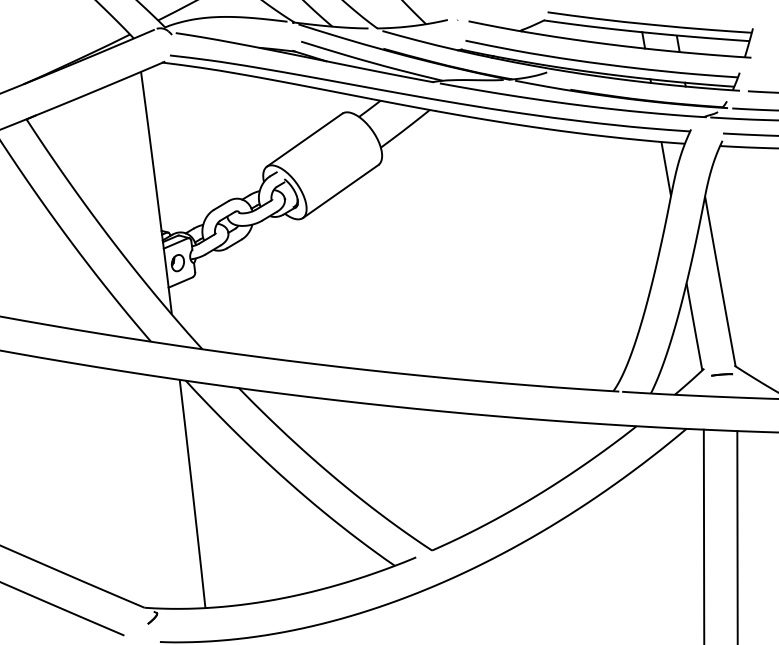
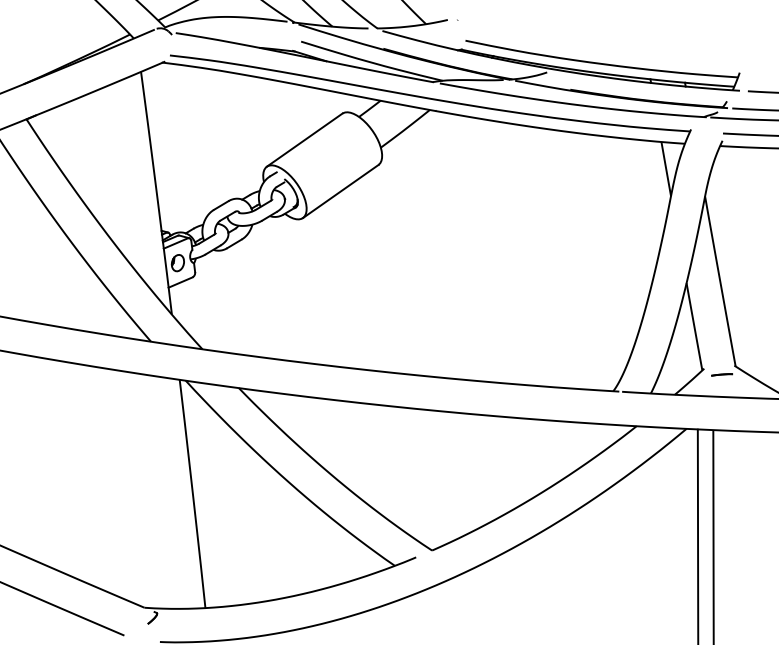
part at (610, 34): present -> none
line at (703, 535) position: (703, 535) -> (697, 535)
line at (737, 536) position: (737, 536) -> (713, 536)
